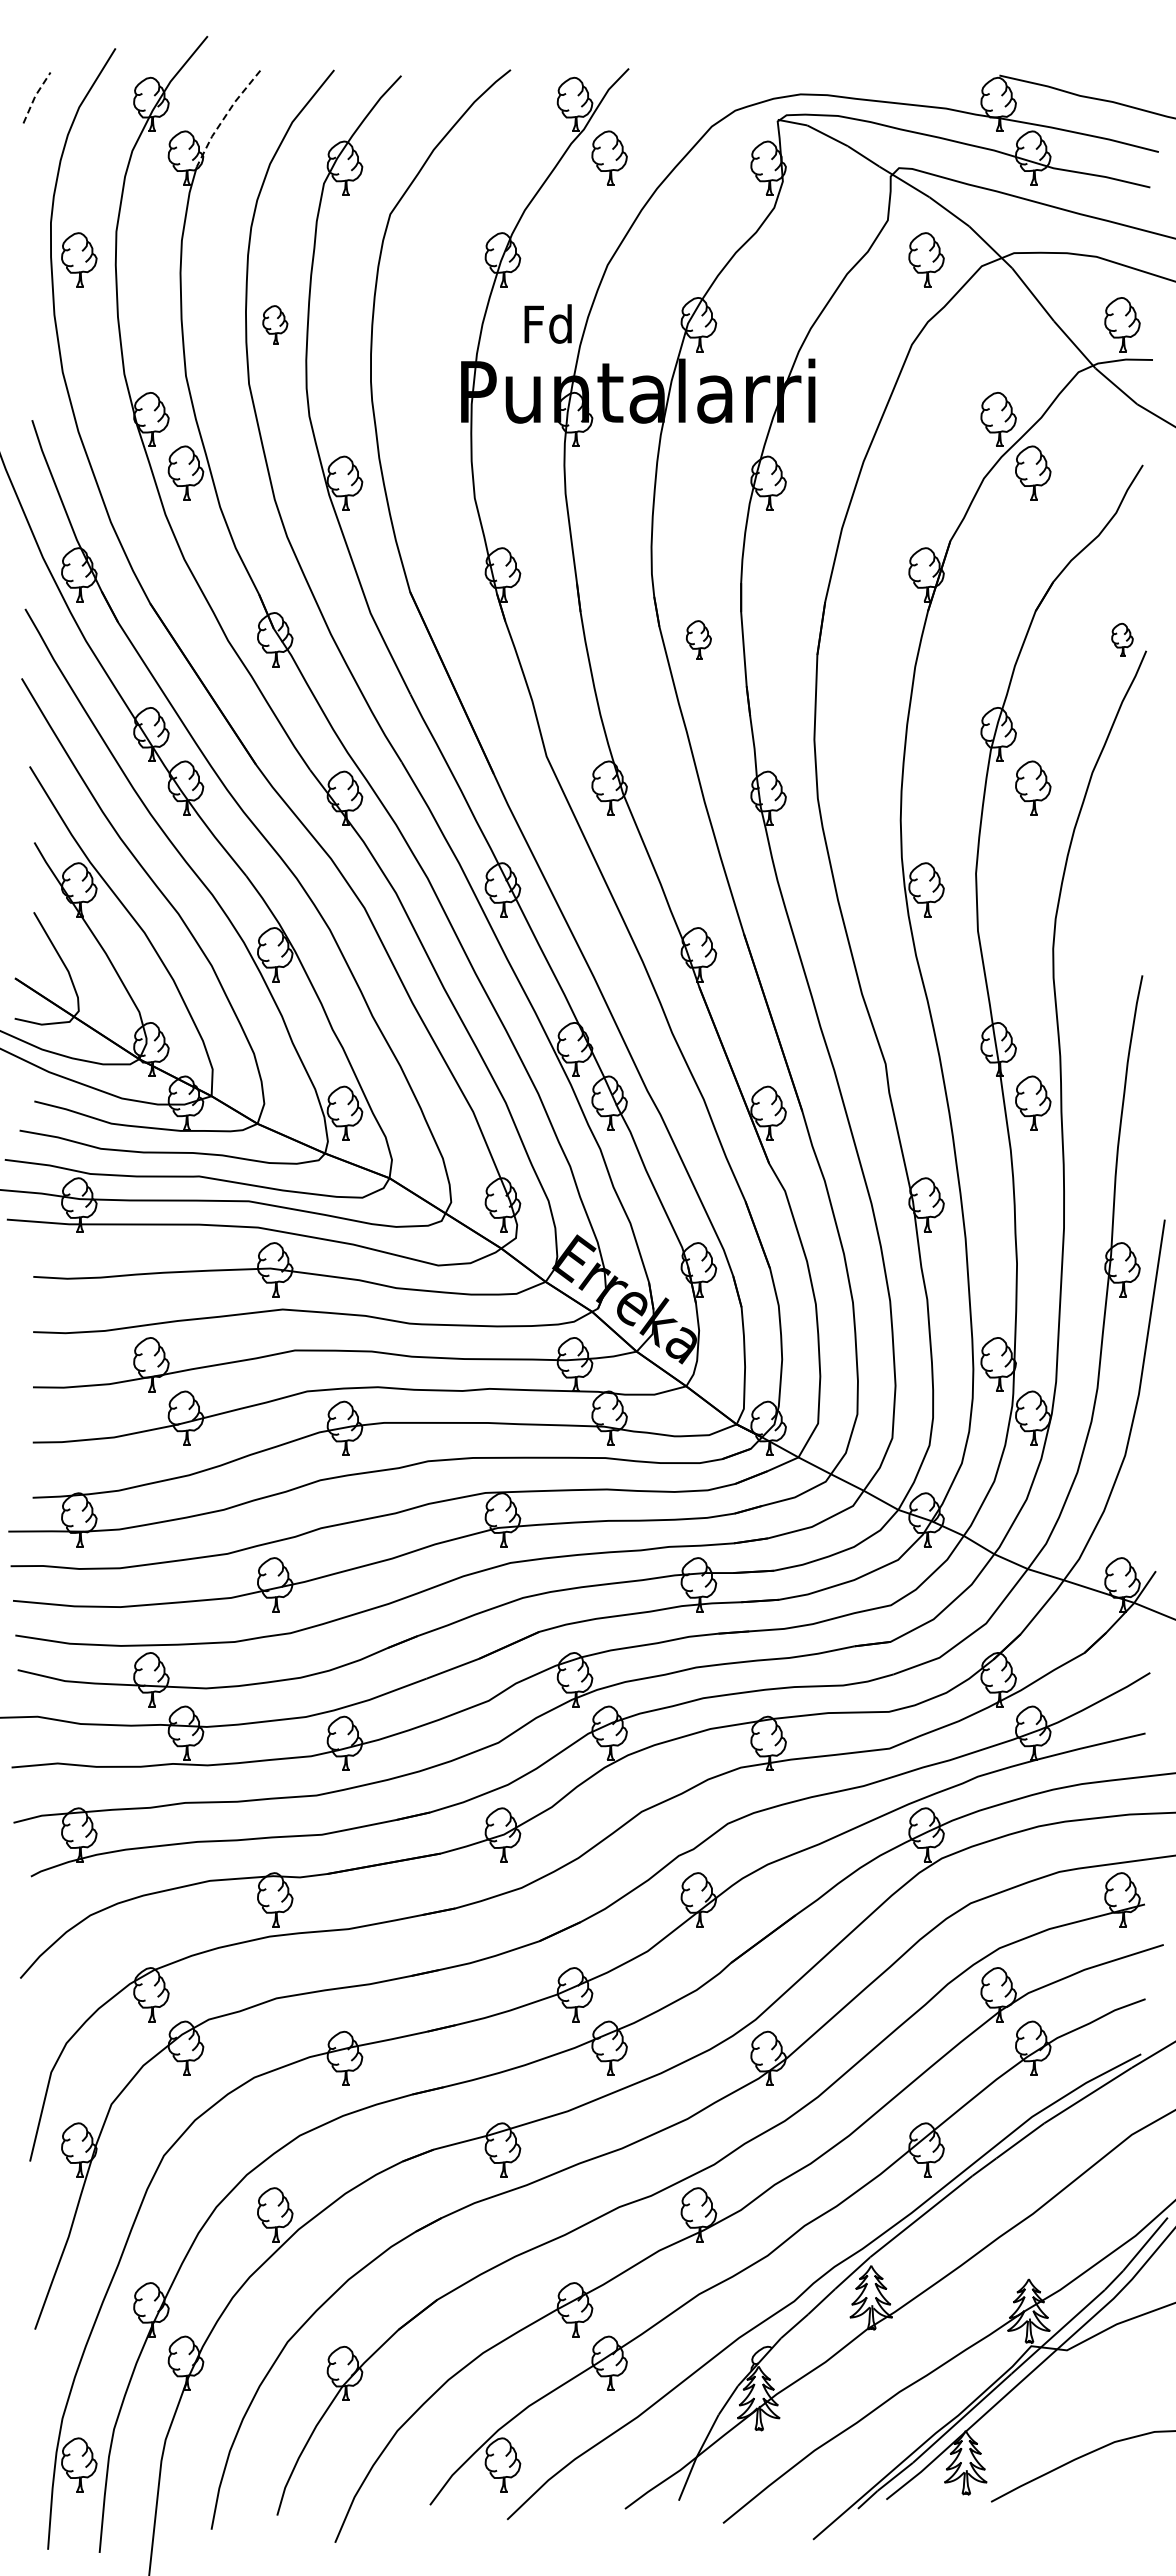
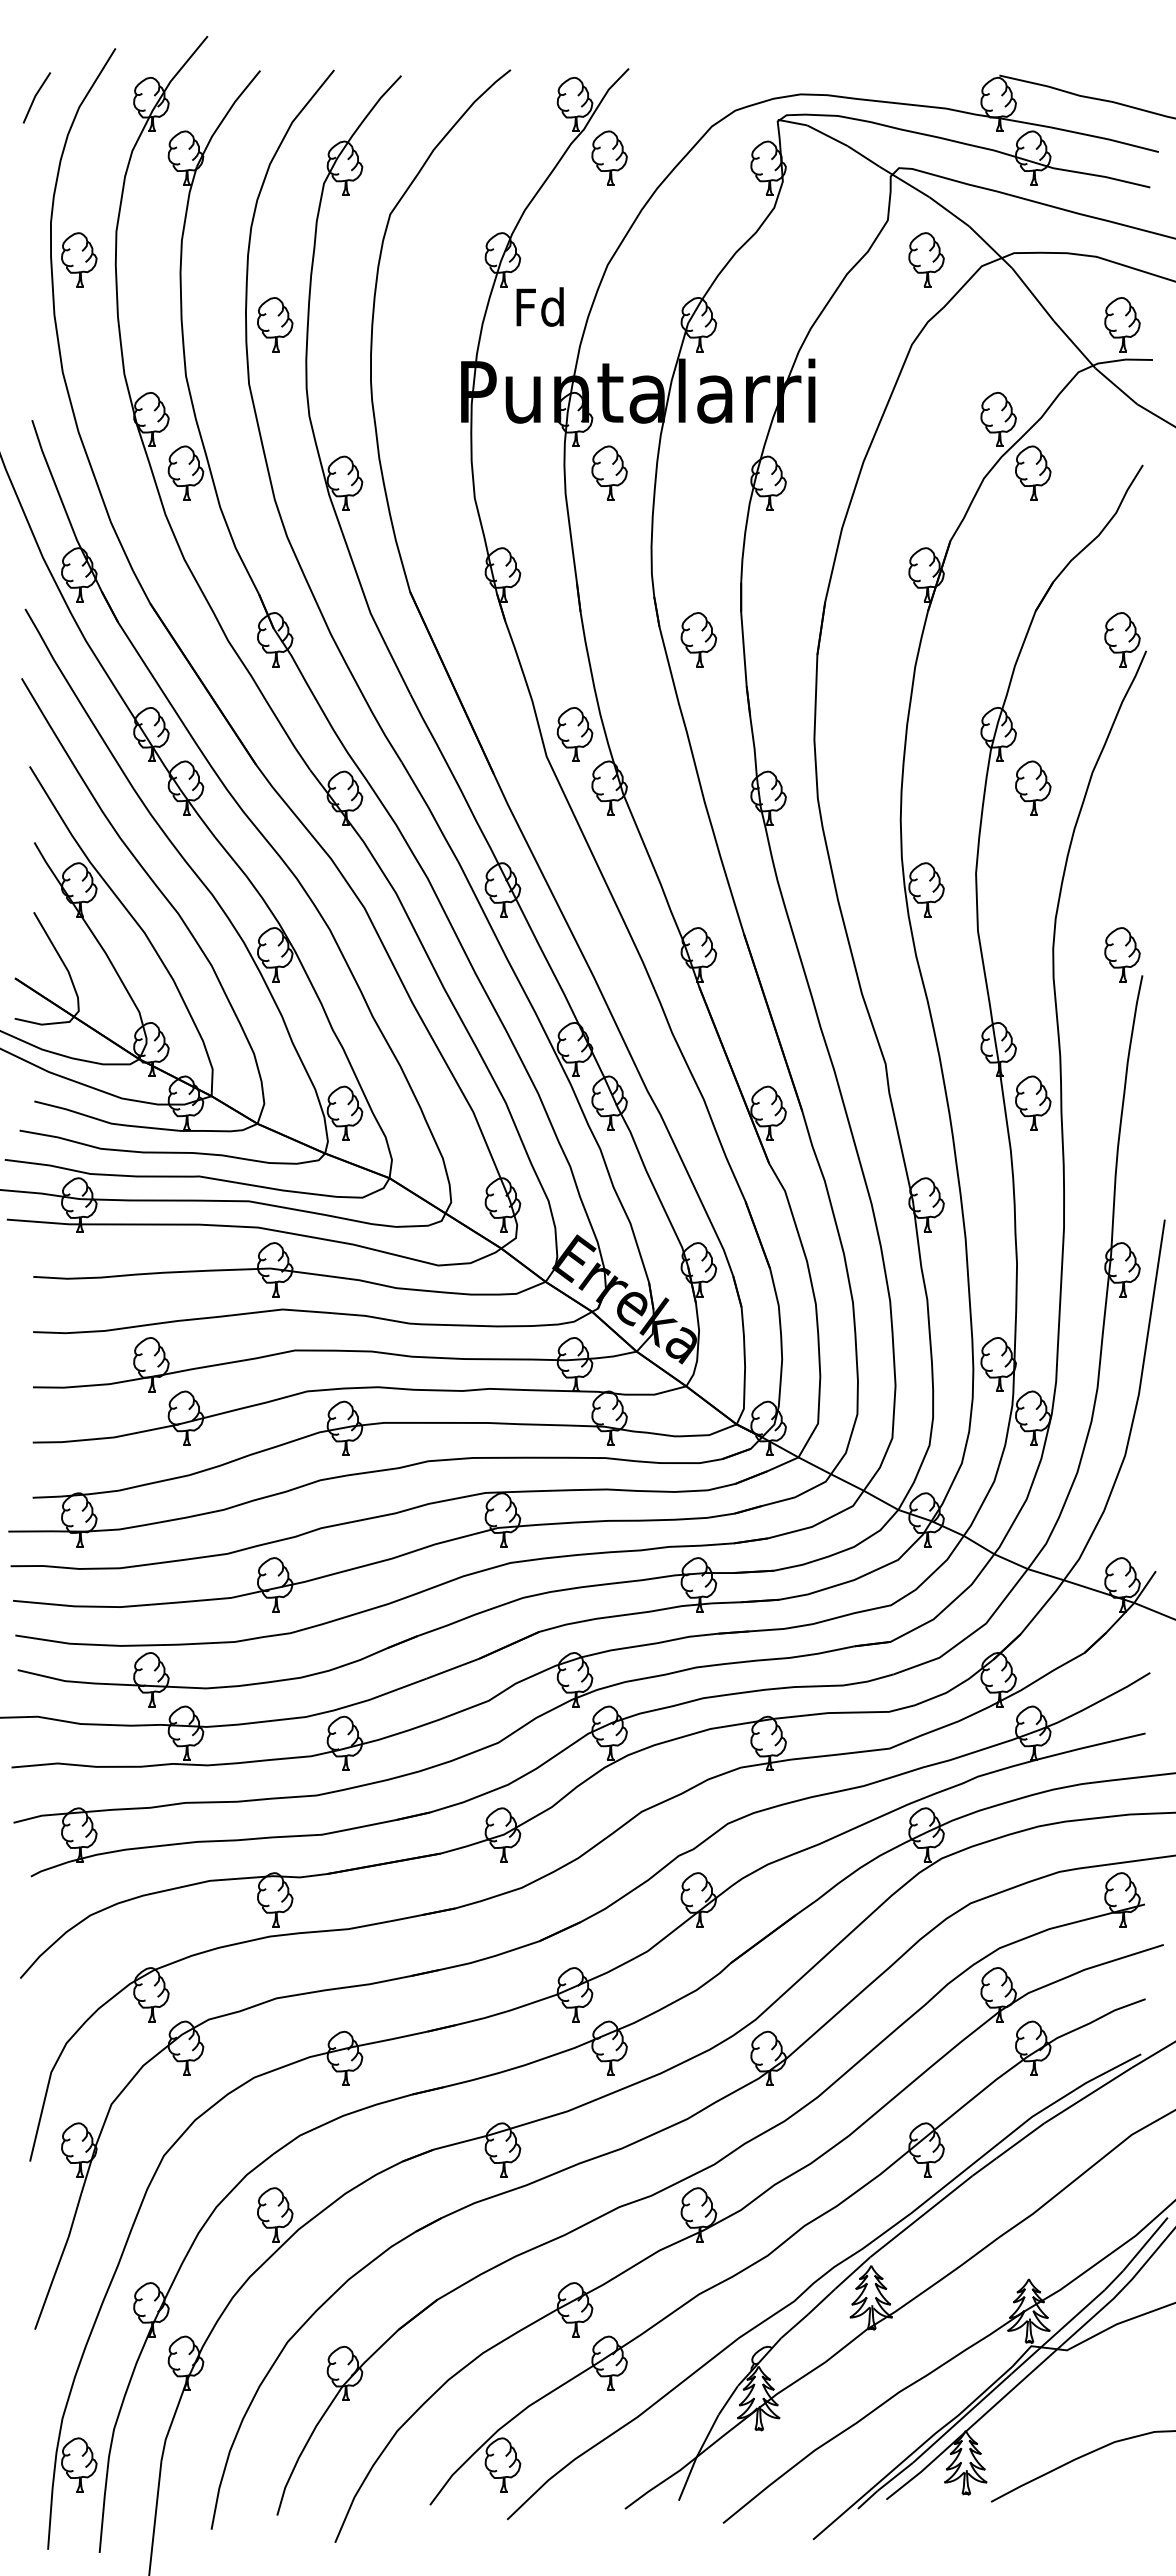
line at (35, 95): dashed -> solid
line at (225, 116): dashed -> solid
text at (547, 323) position: (547, 323) -> (539, 306)
part at (275, 324) size: 27x40 px -> 37x56 px
part at (609, 472): none -> present
part at (698, 639) size: 26x40 px -> 38x56 px
part at (1122, 639) size: 23x35 px -> 37x56 px
part at (574, 734): none -> present
part at (1122, 954): none -> present
